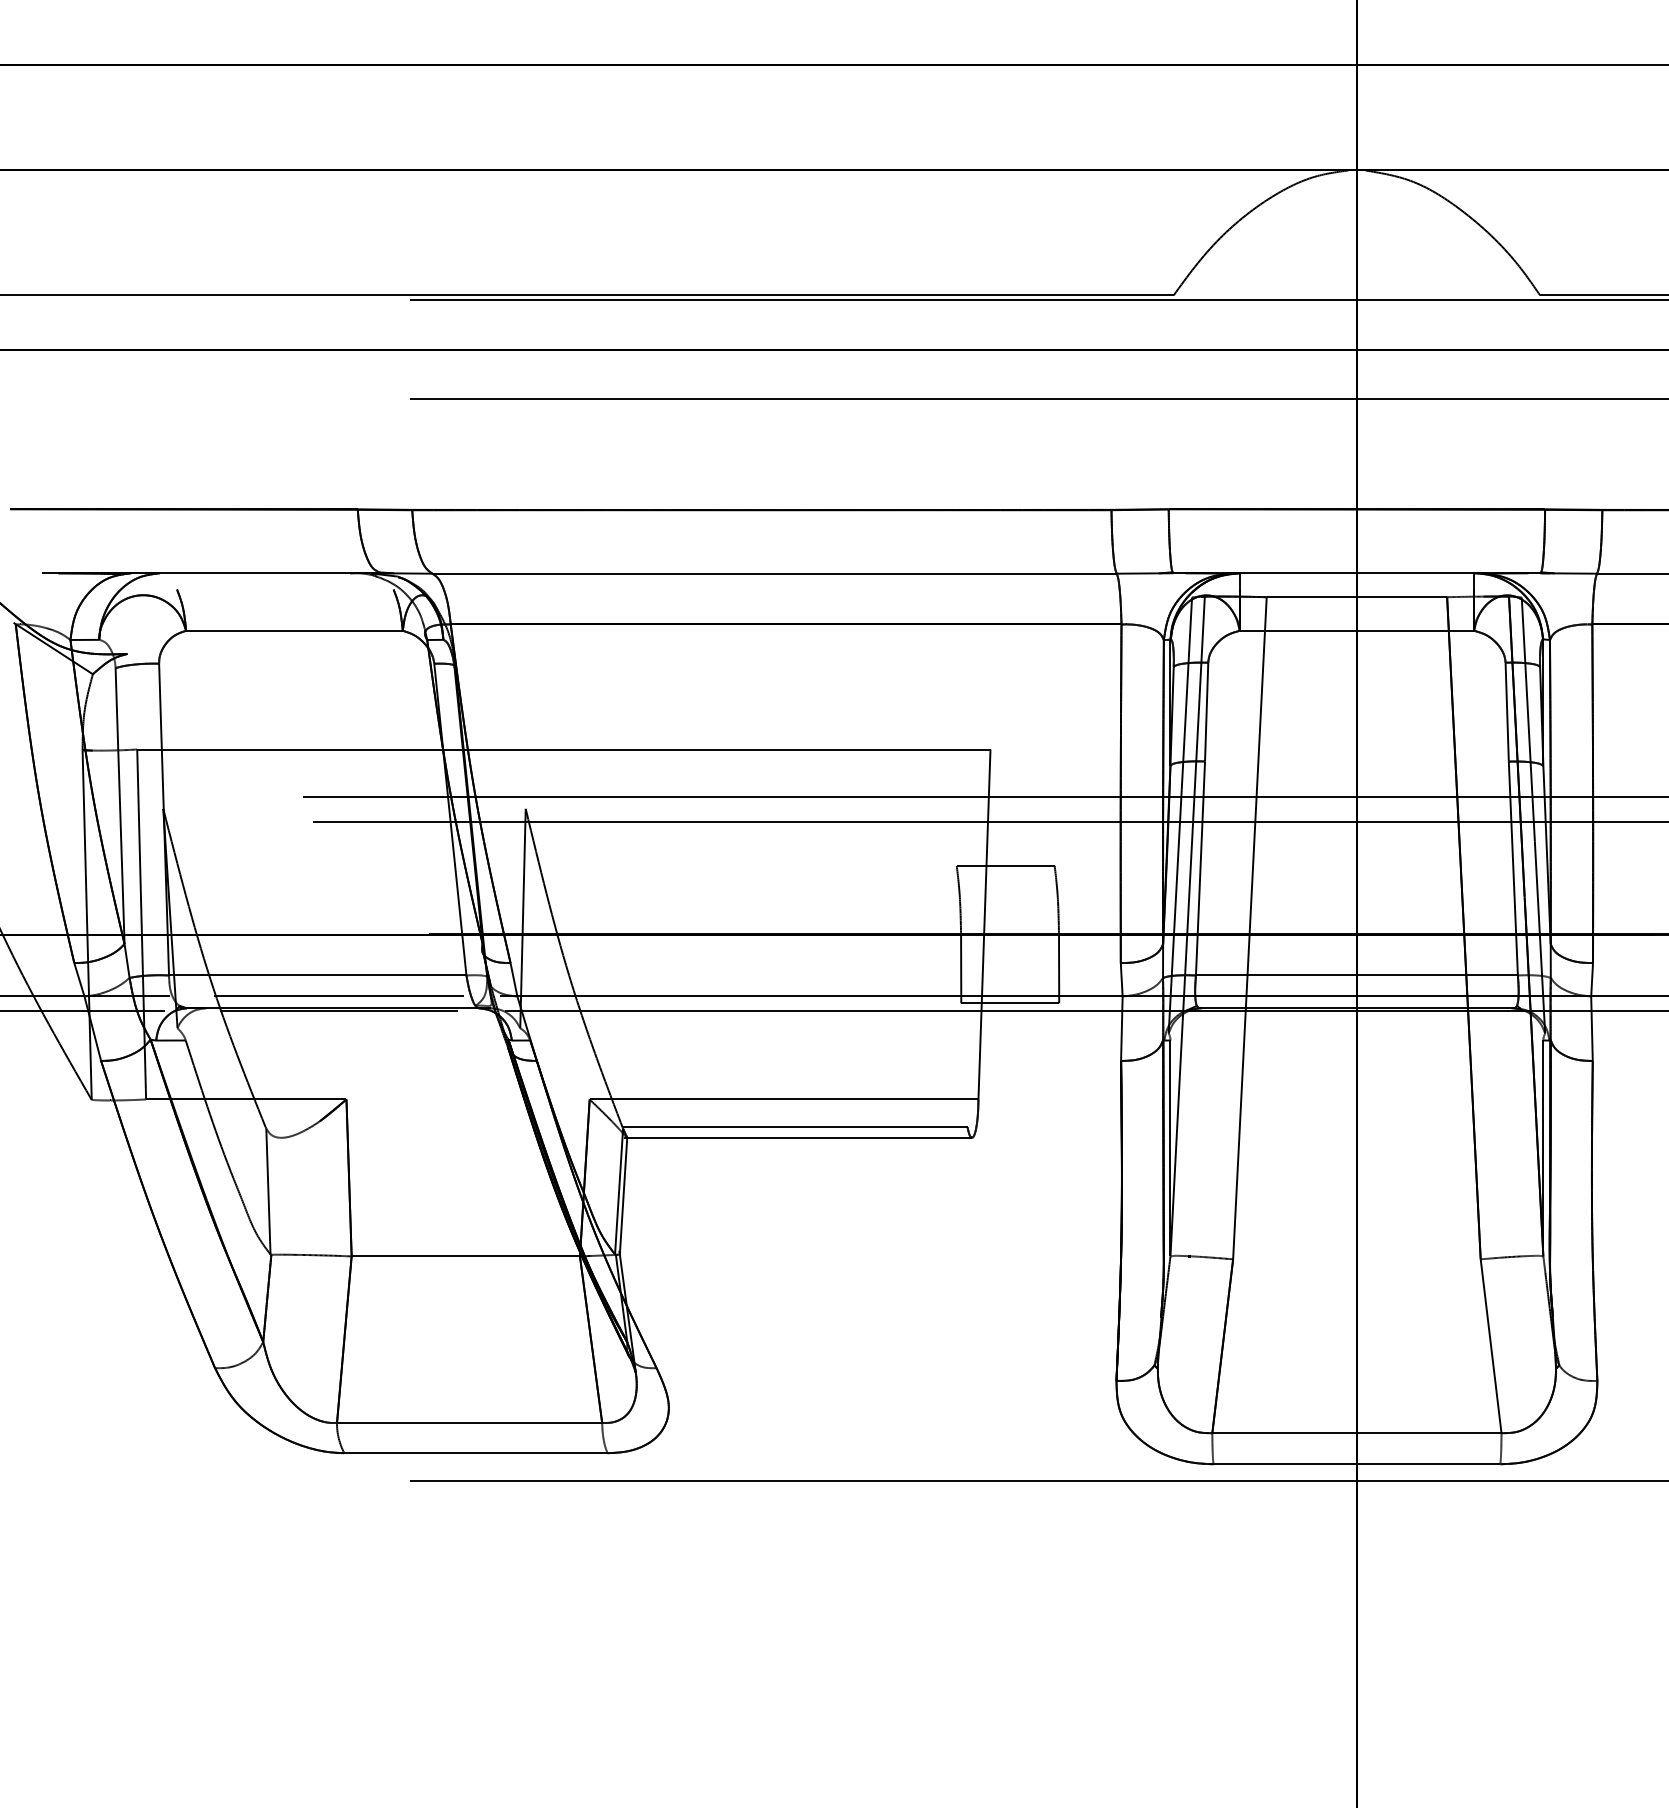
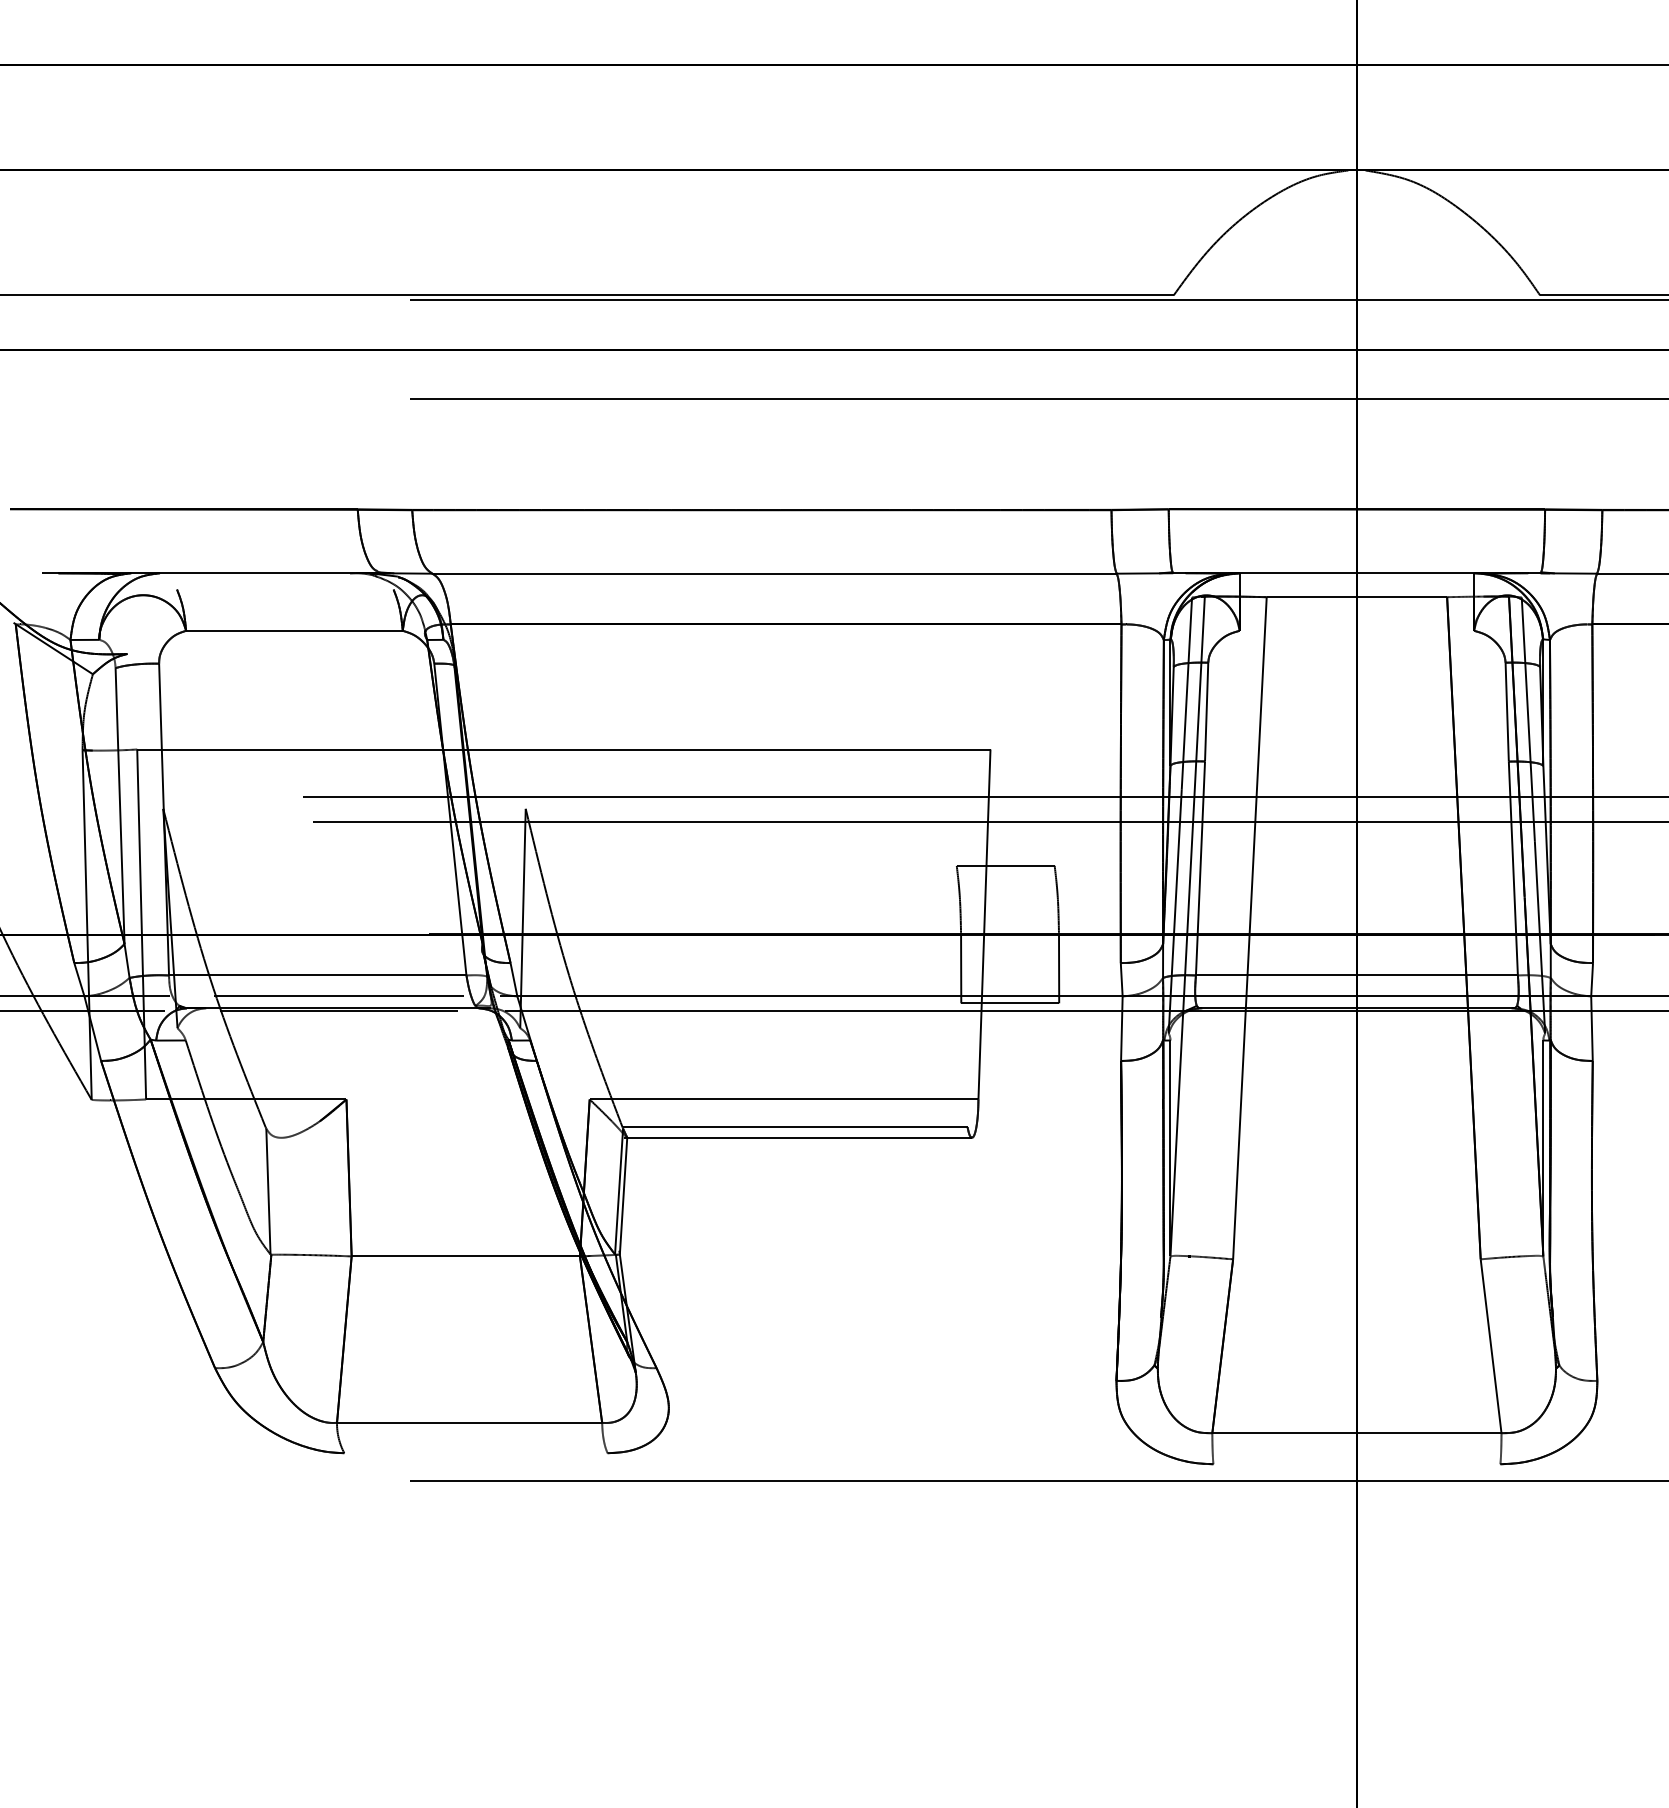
line at (1356, 630): present -> none
line at (475, 1453): present -> none
line at (1356, 1464): present -> none
